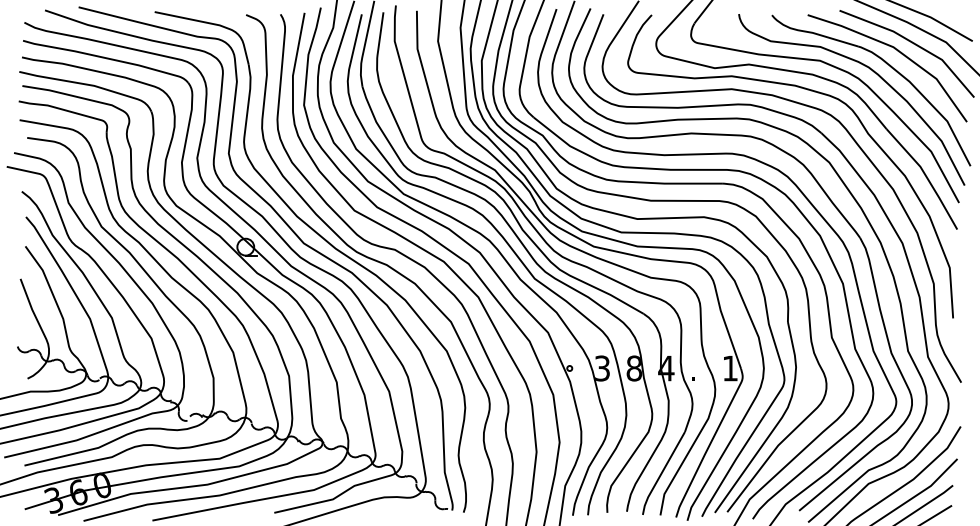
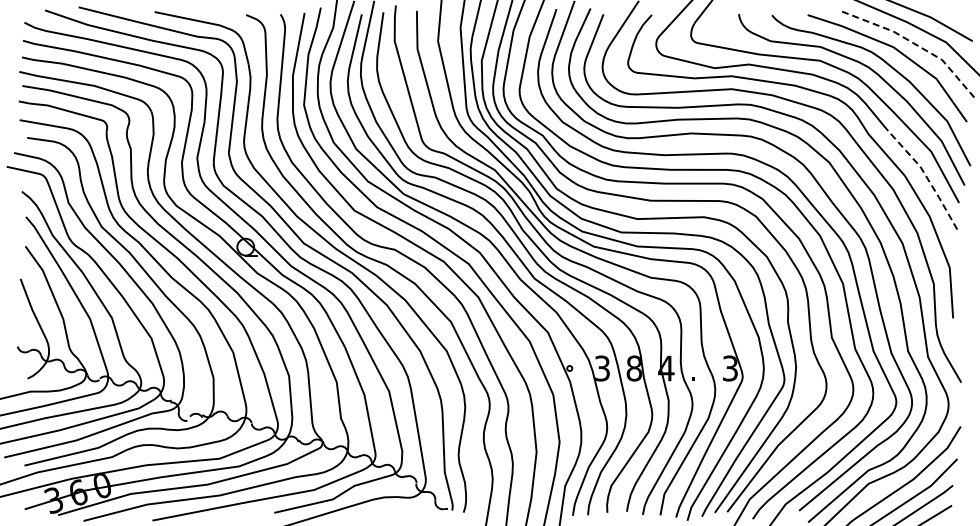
line at (913, 43): solid -> dashed
line at (925, 175): solid -> dashed
text at (730, 368): 1 -> 3
